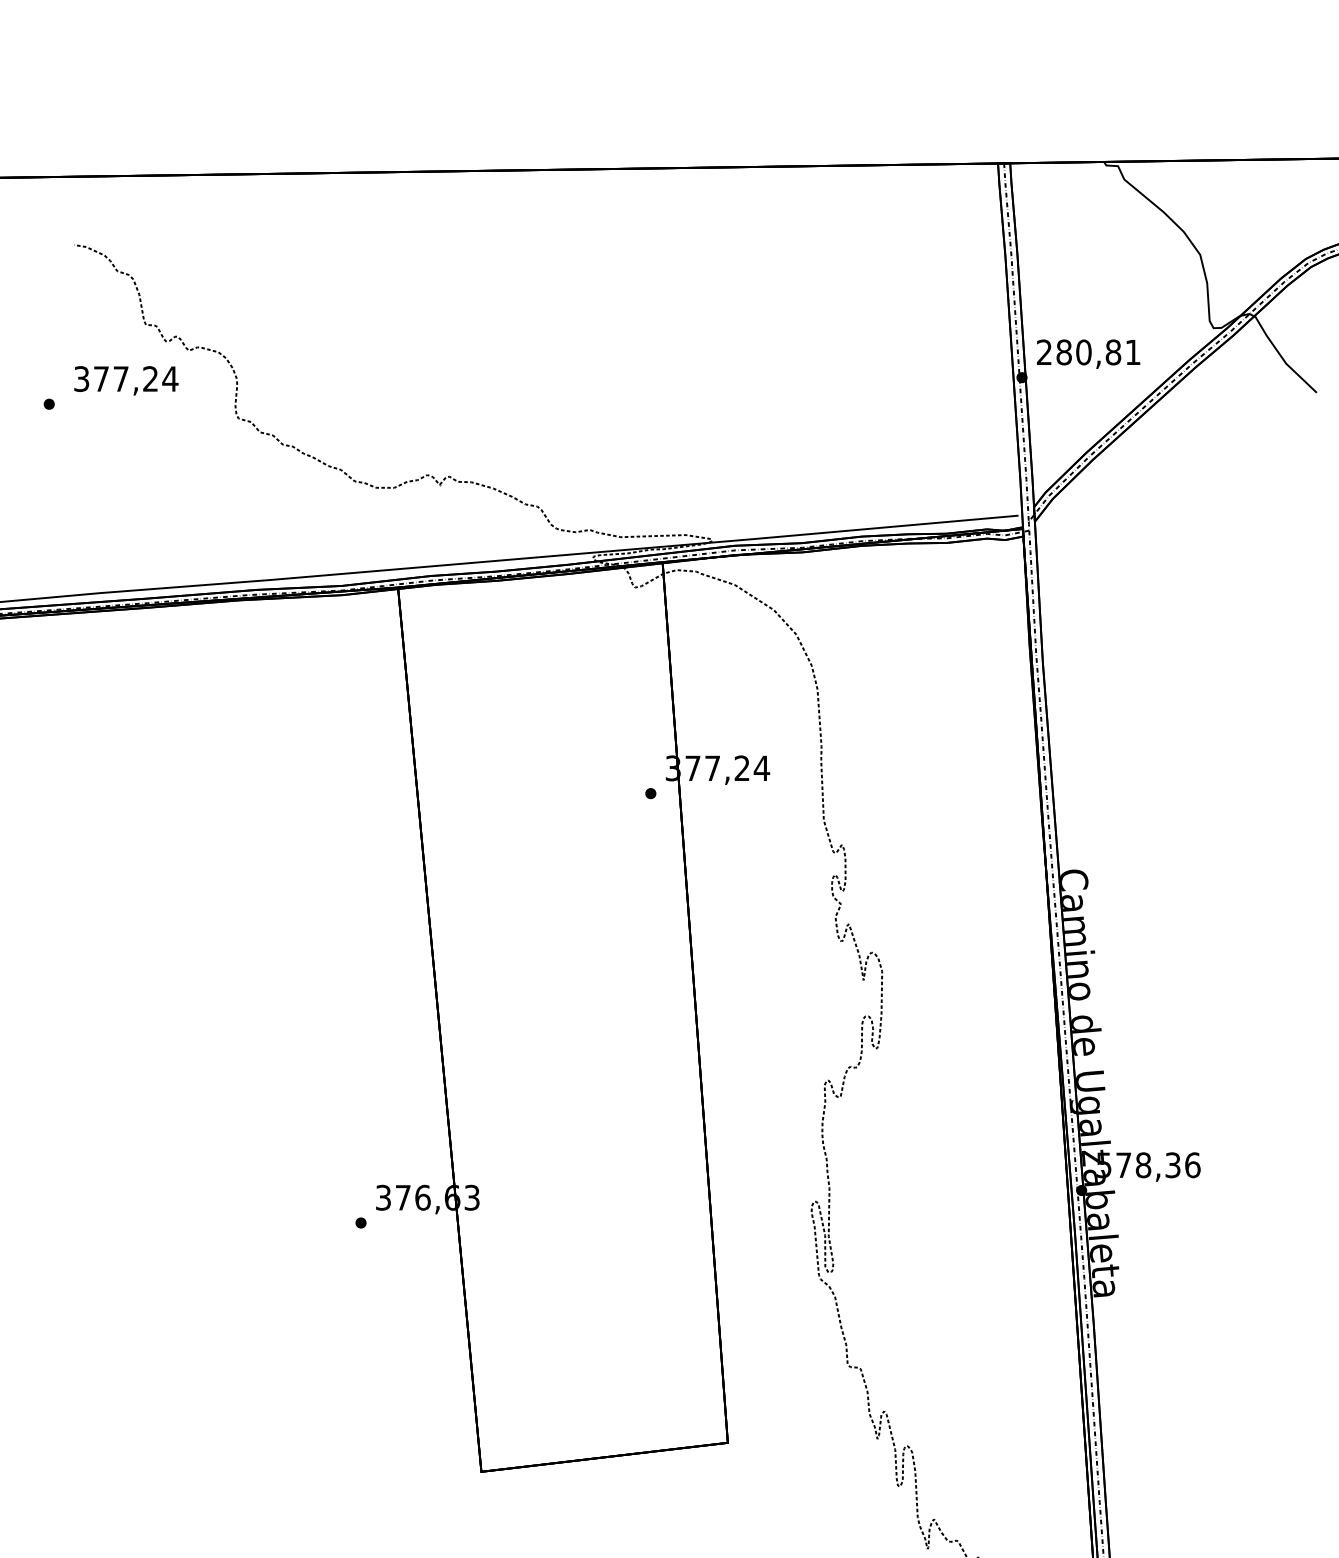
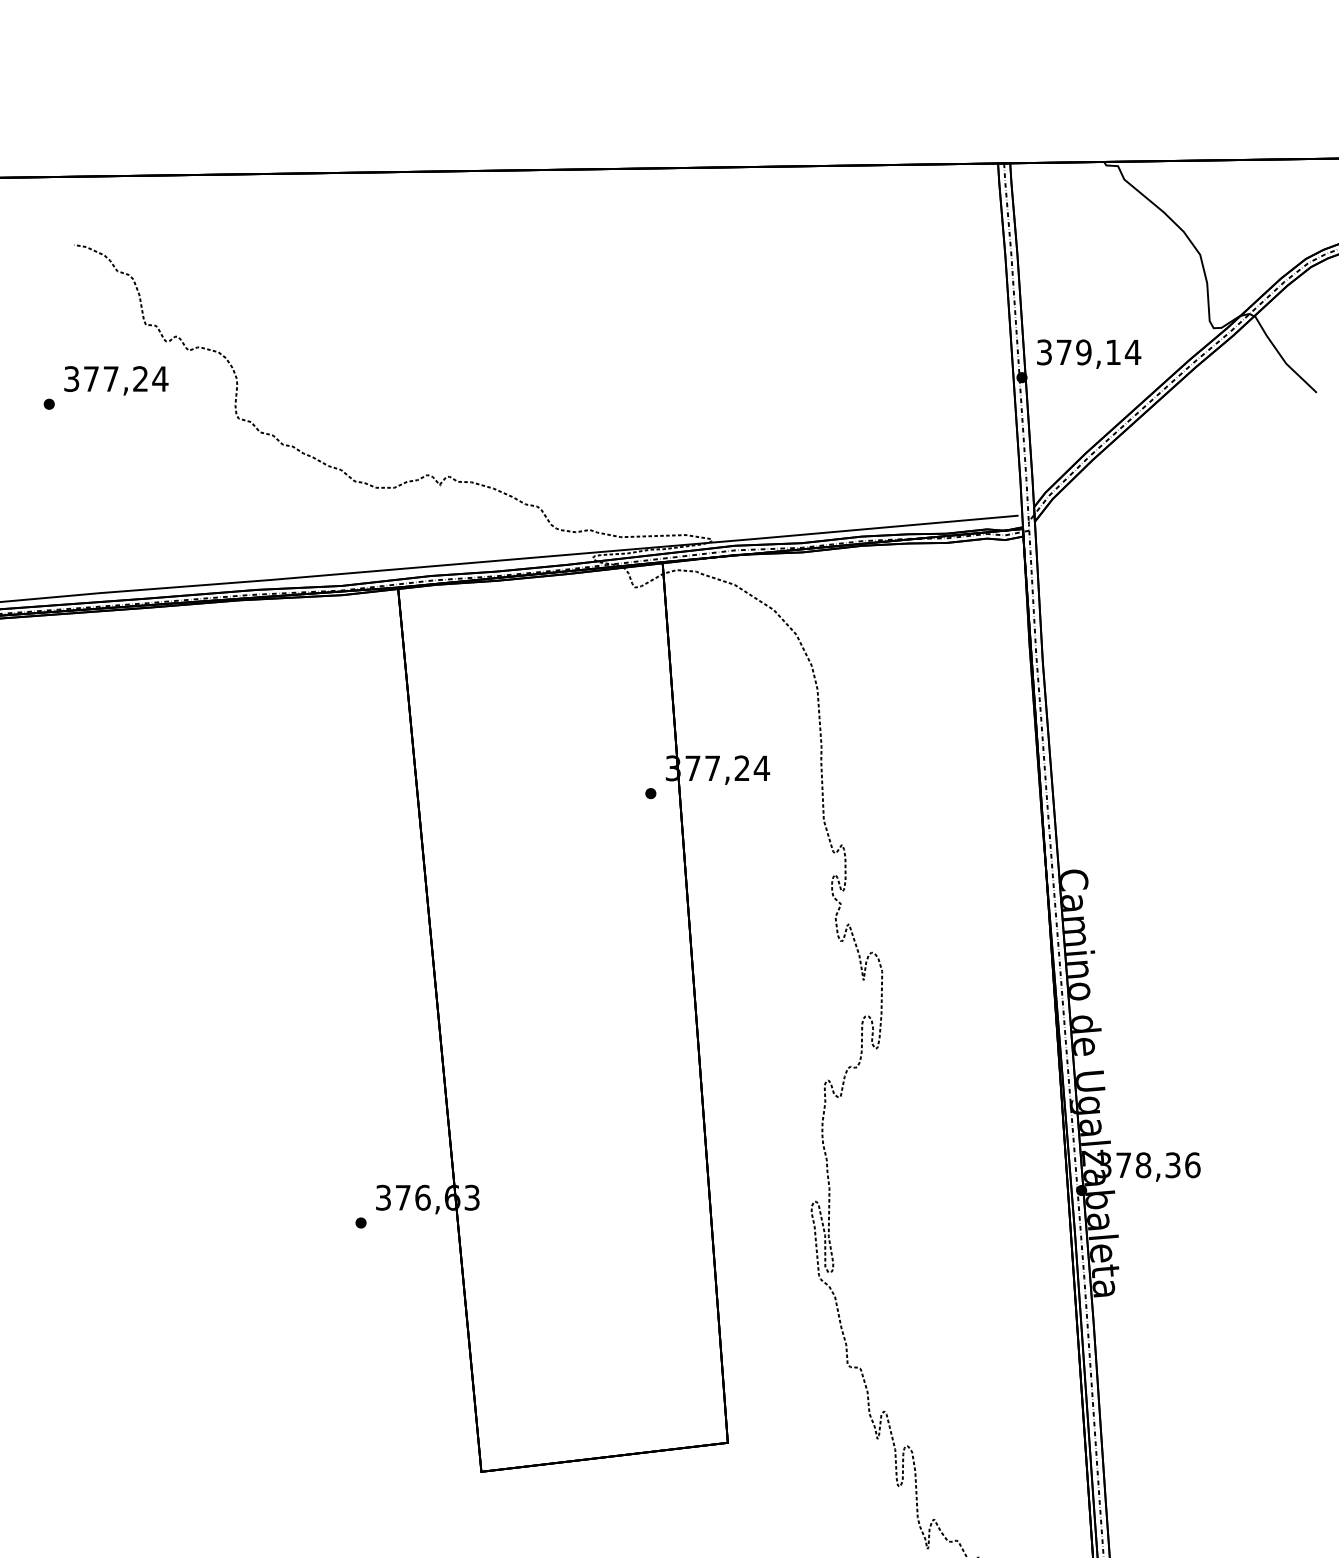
text at (1089, 352): 280,81 -> 379,14
text at (126, 380) position: (126, 380) -> (116, 380)
text at (1104, 1164): 578,36 -> 378,36
